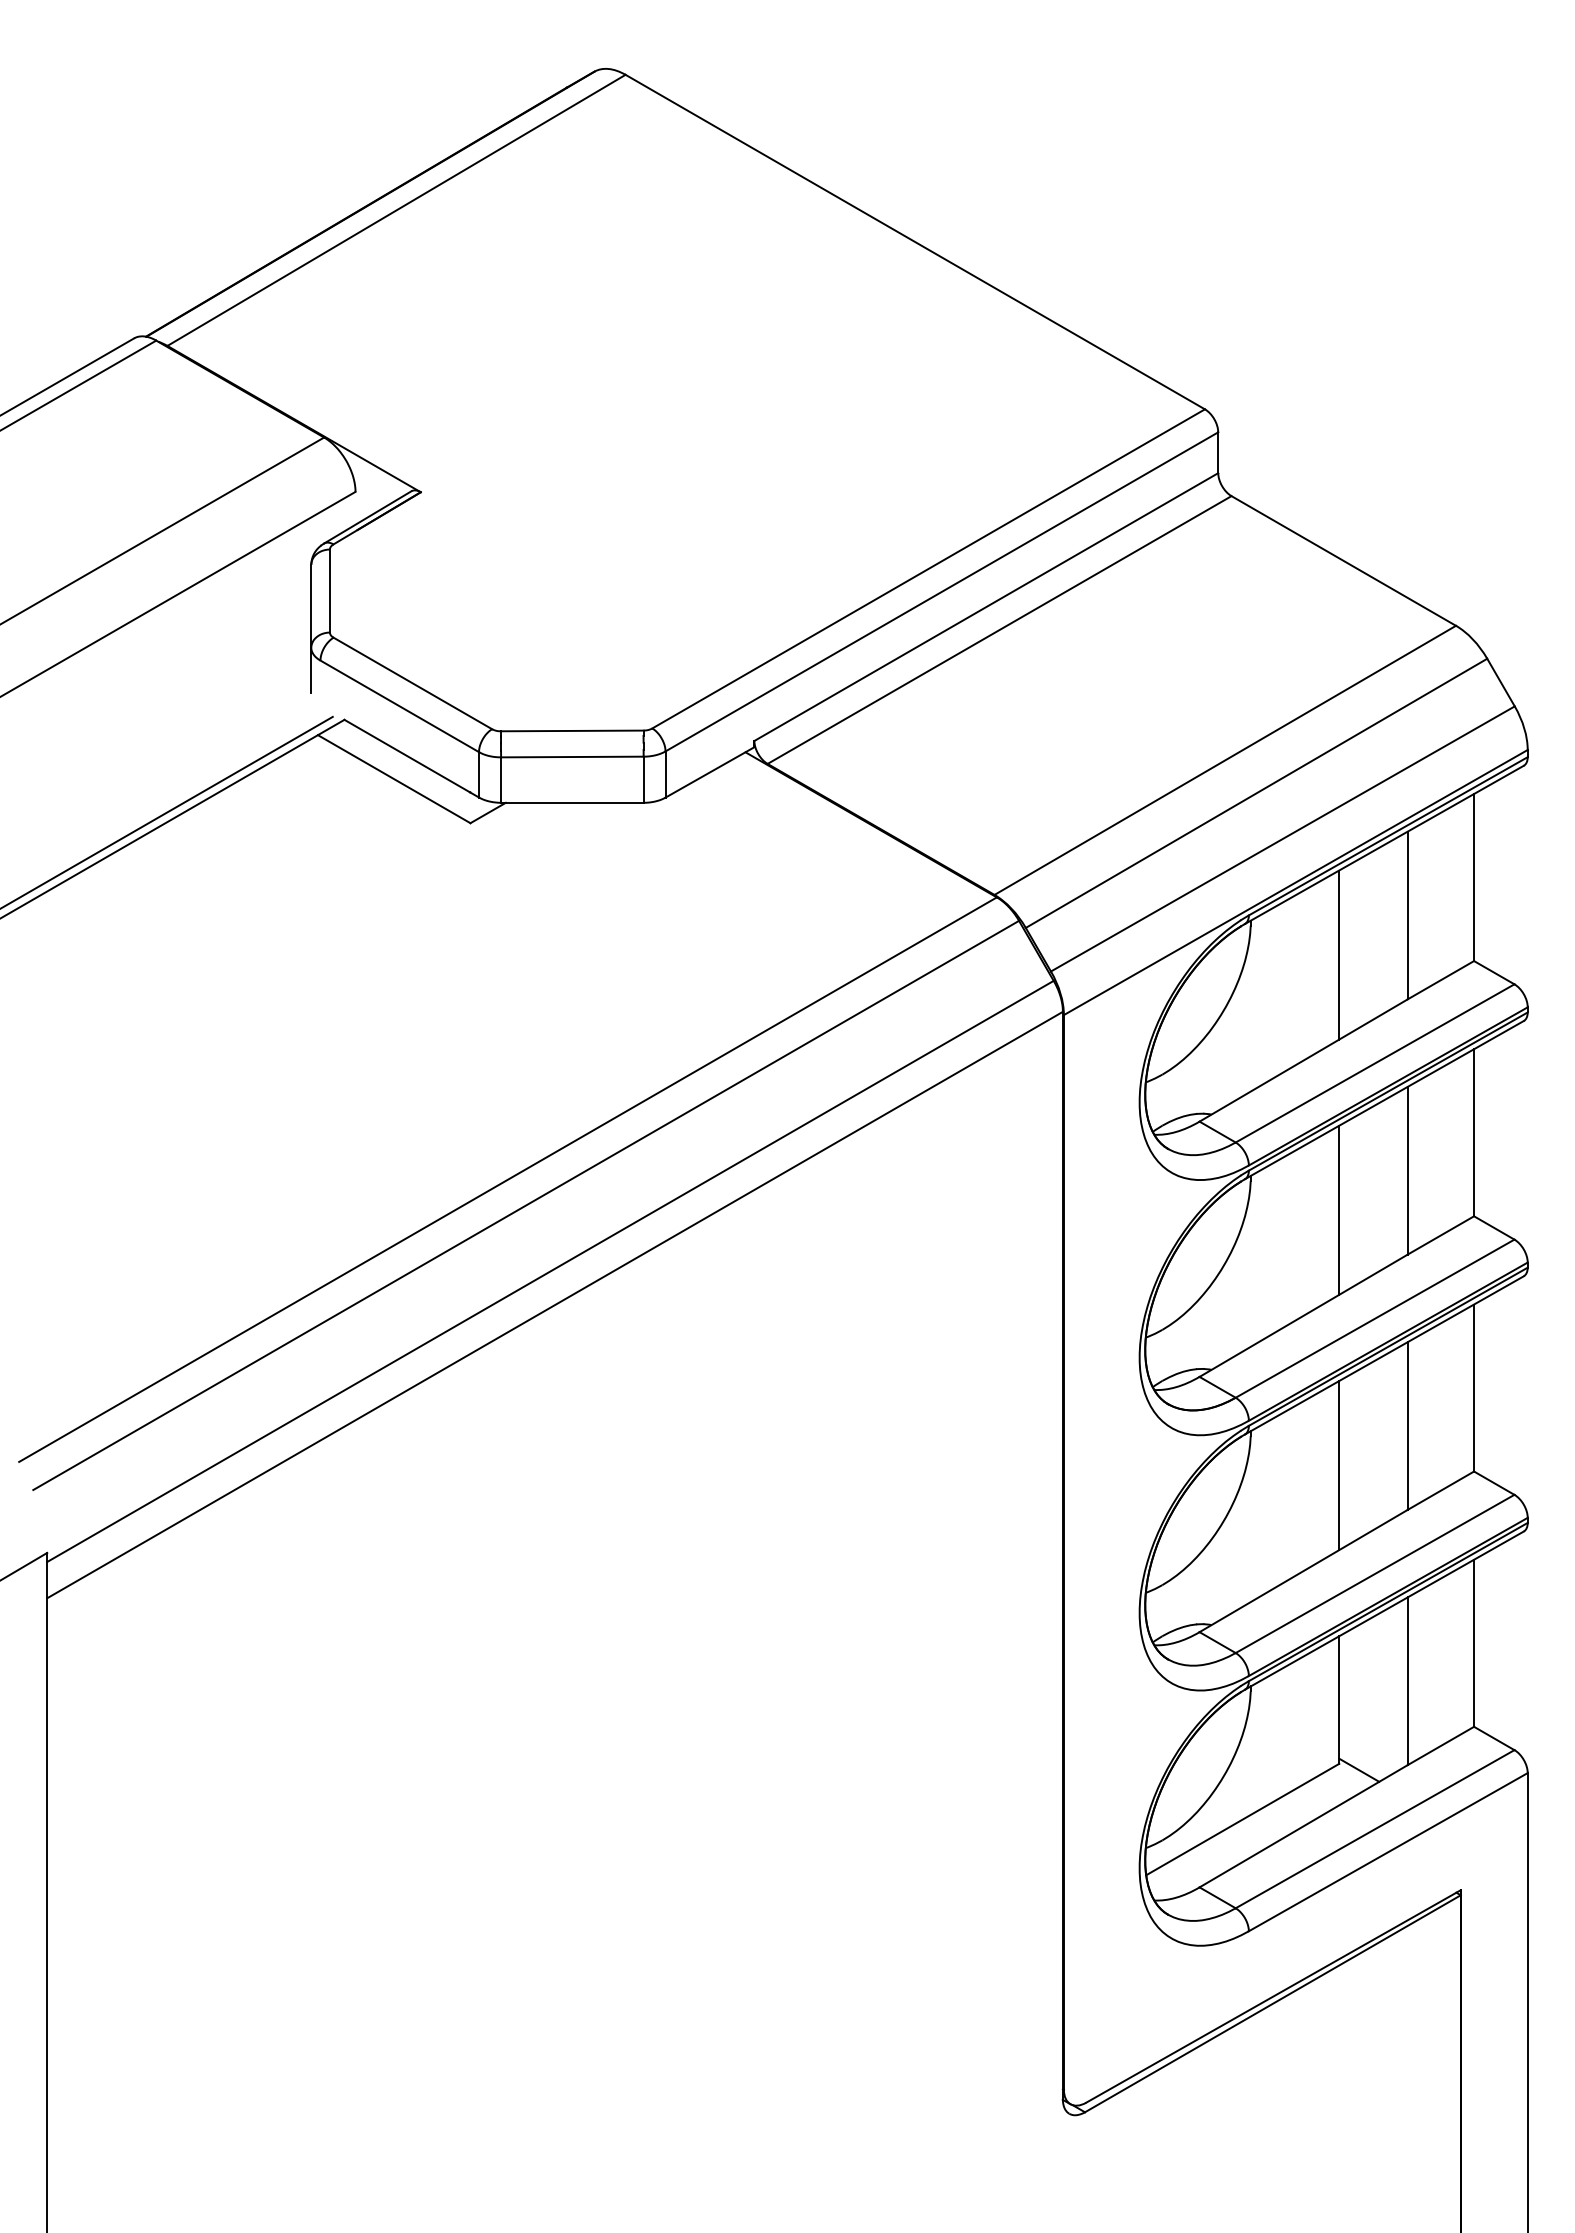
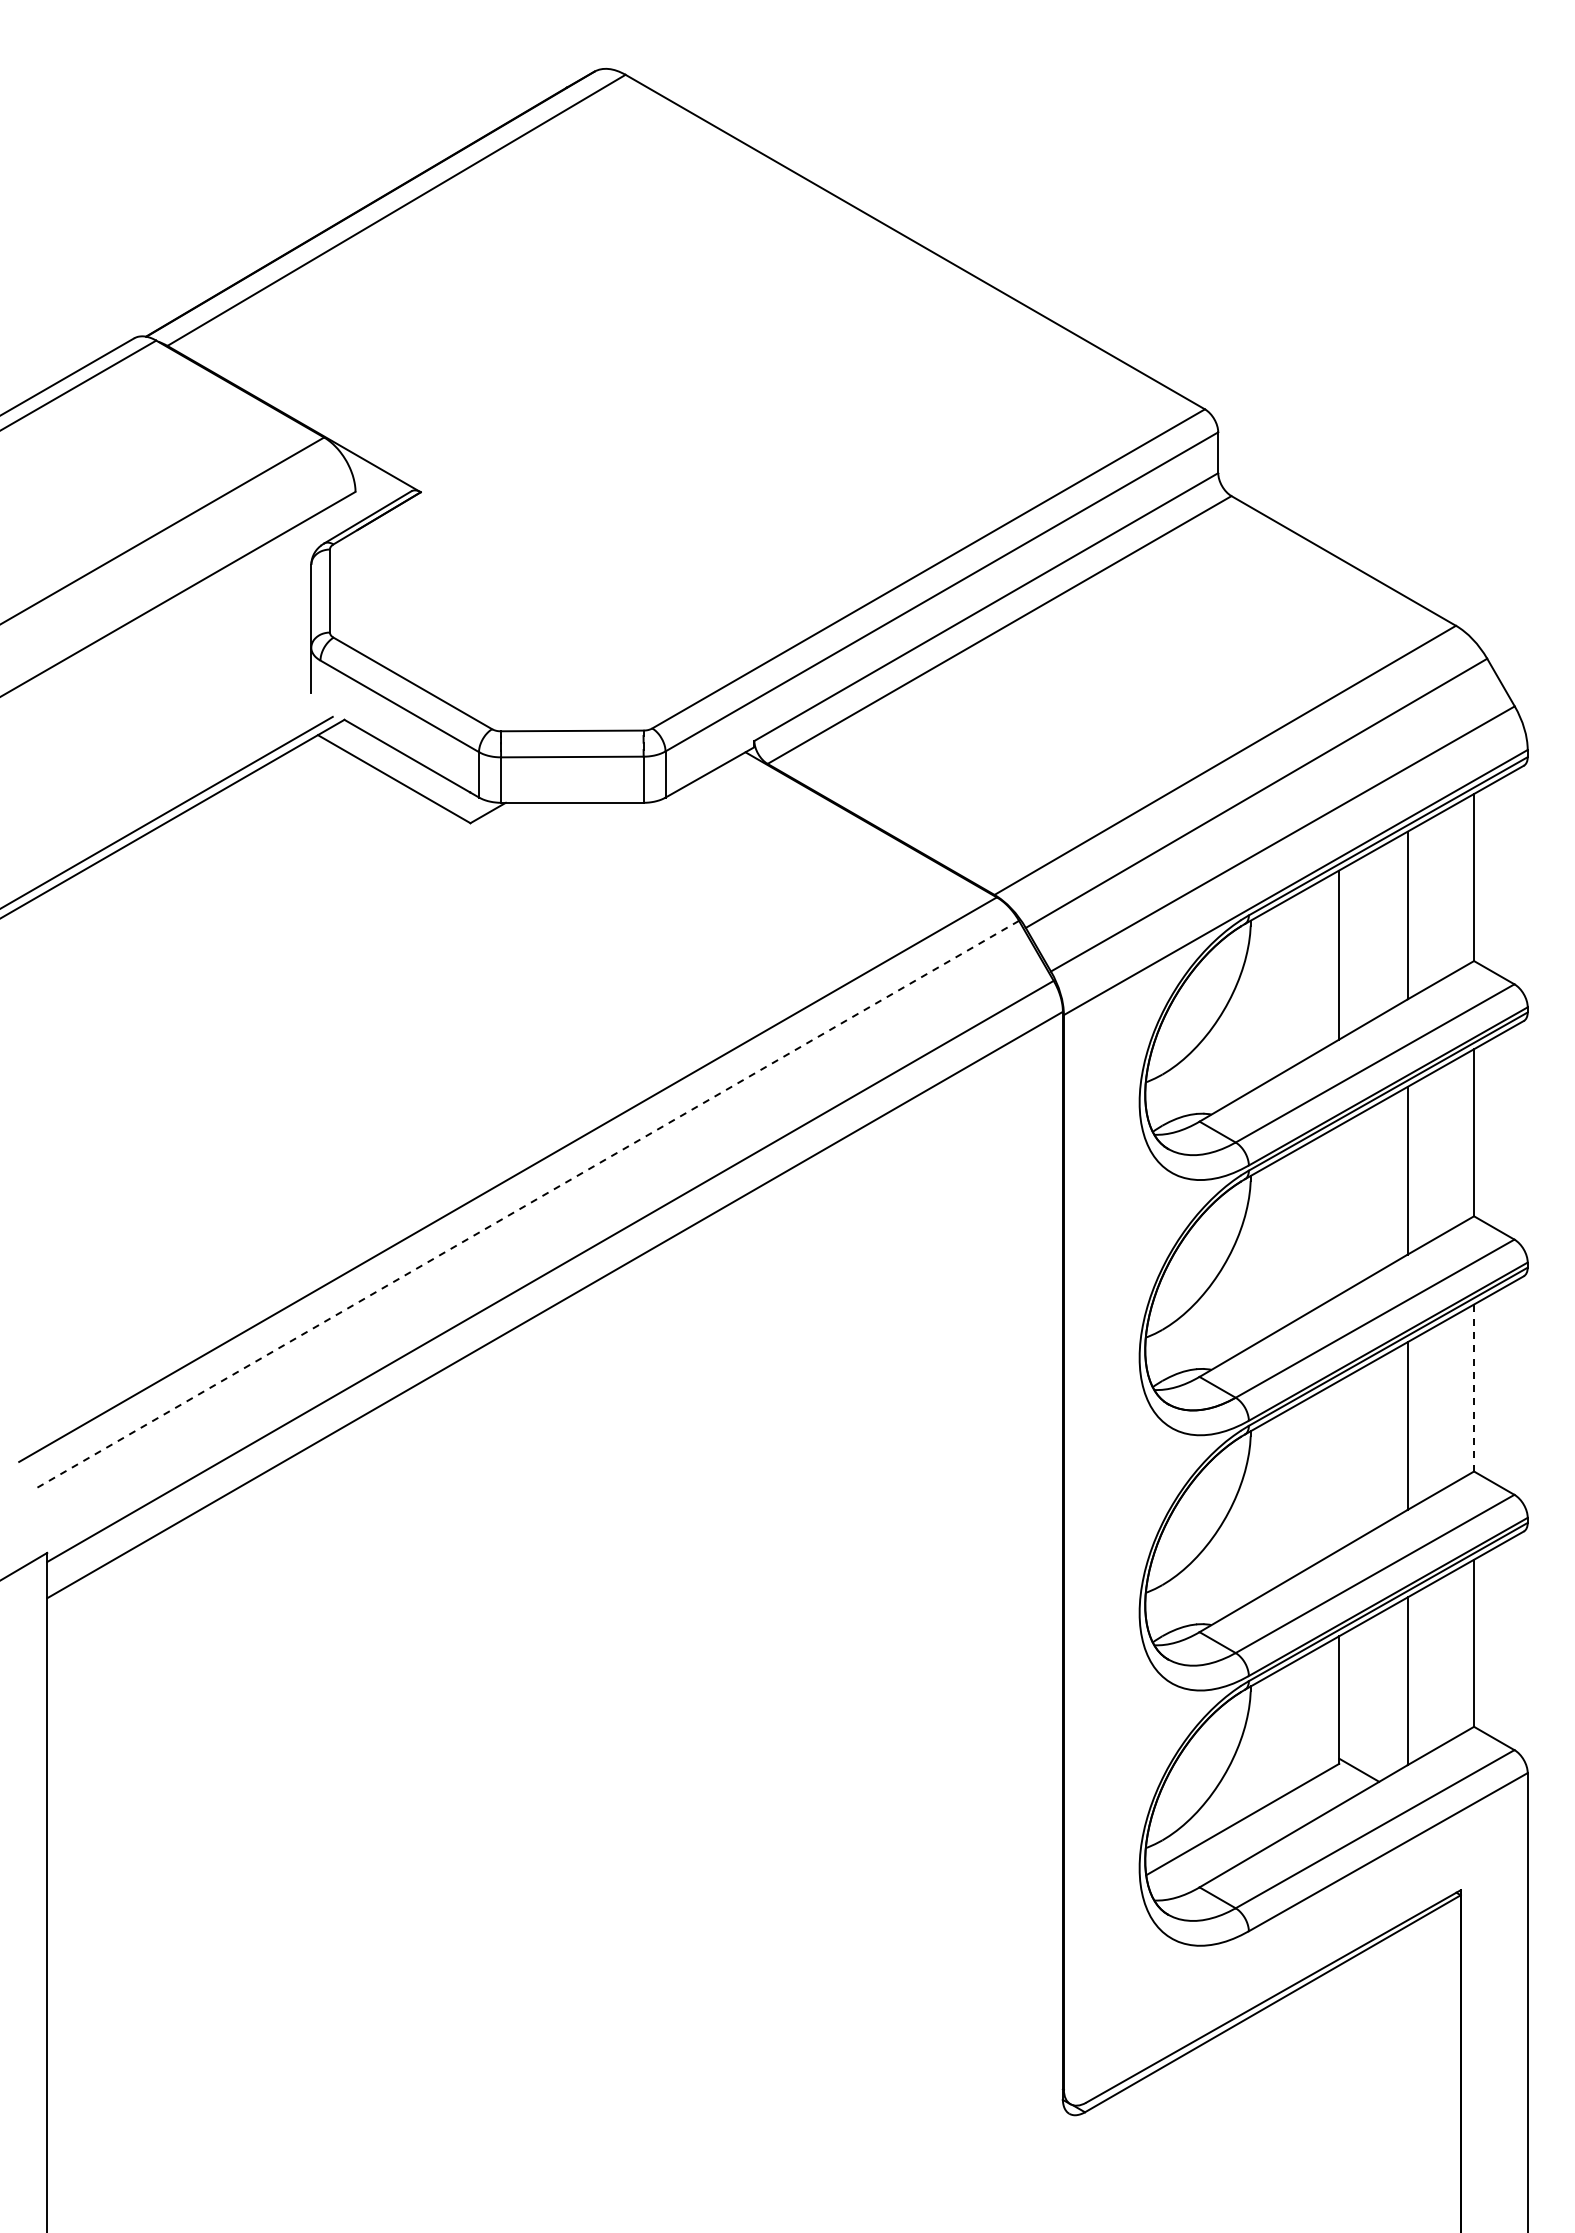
line at (525, 1205): solid -> dashed
line at (1339, 1209): present -> none
line at (1474, 1388): solid -> dashed
line at (1339, 1465): present -> none
